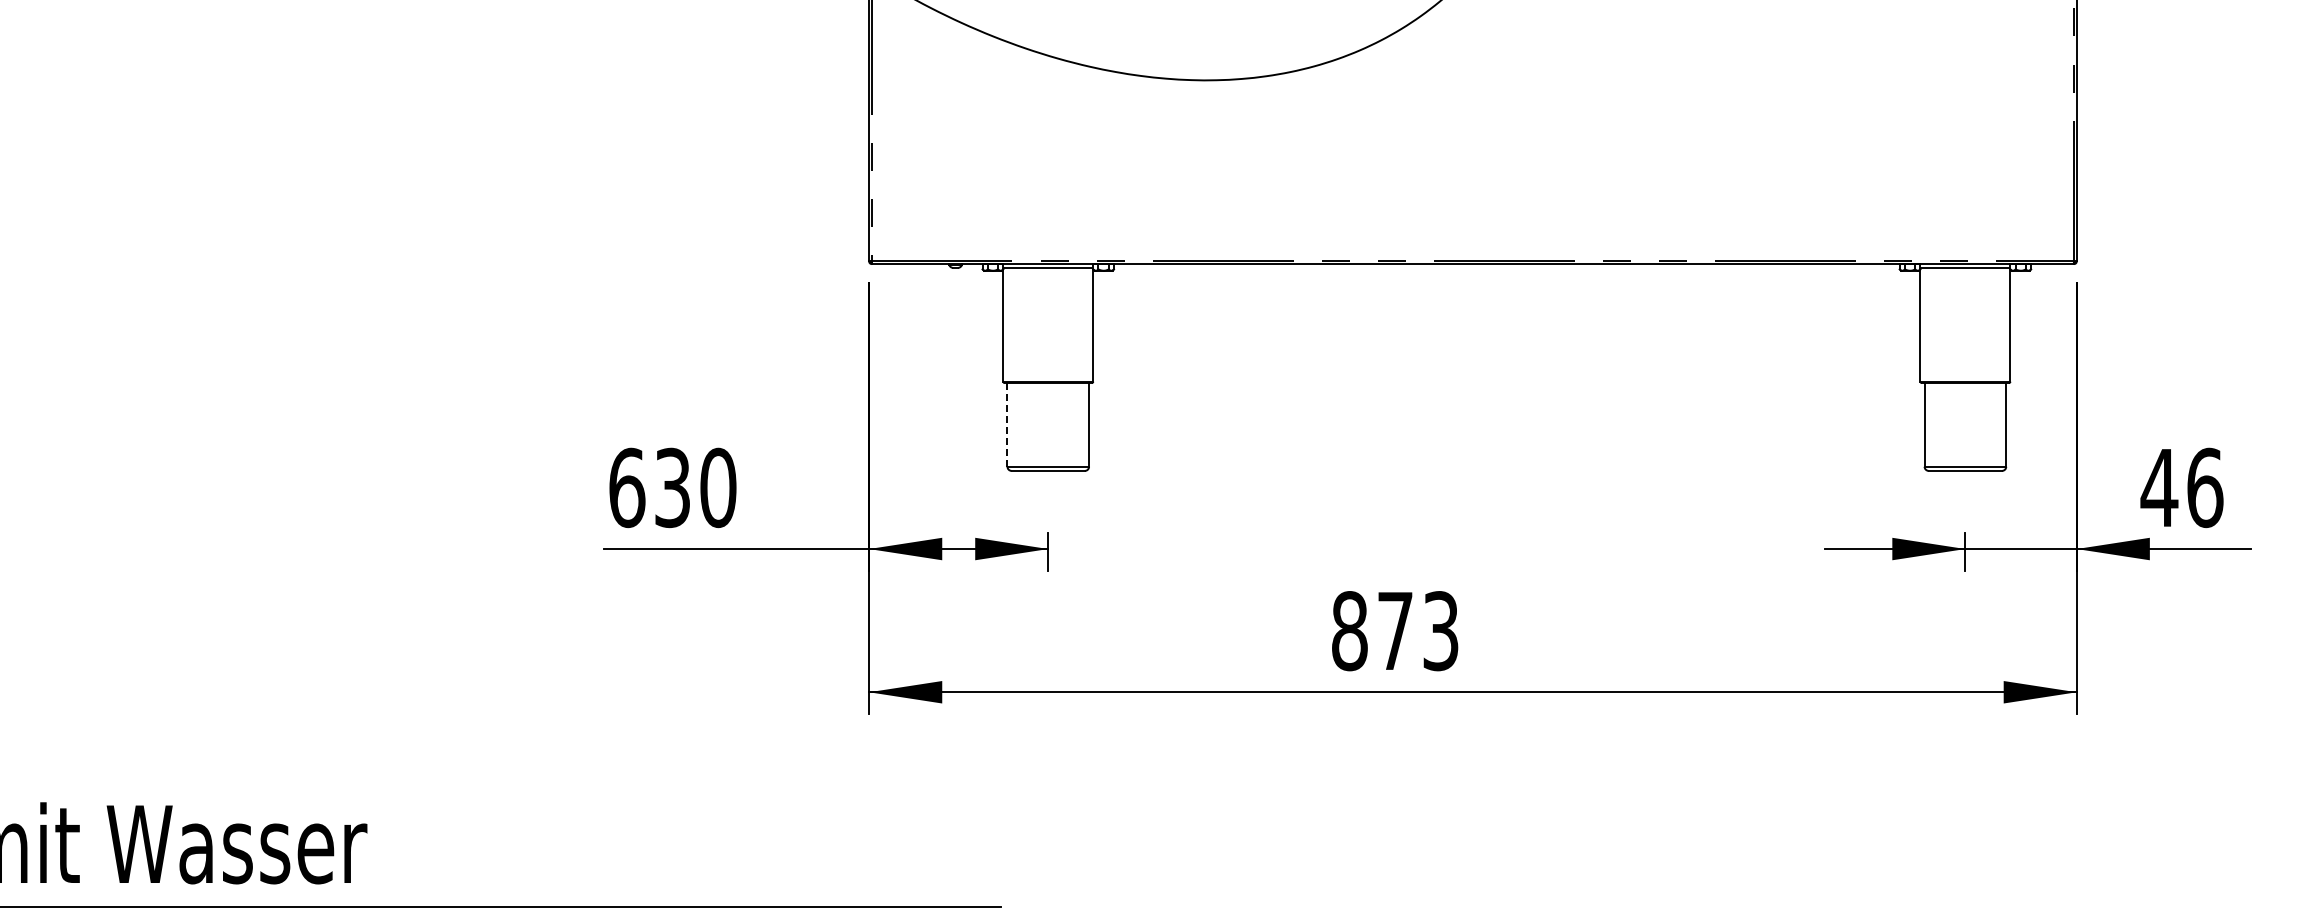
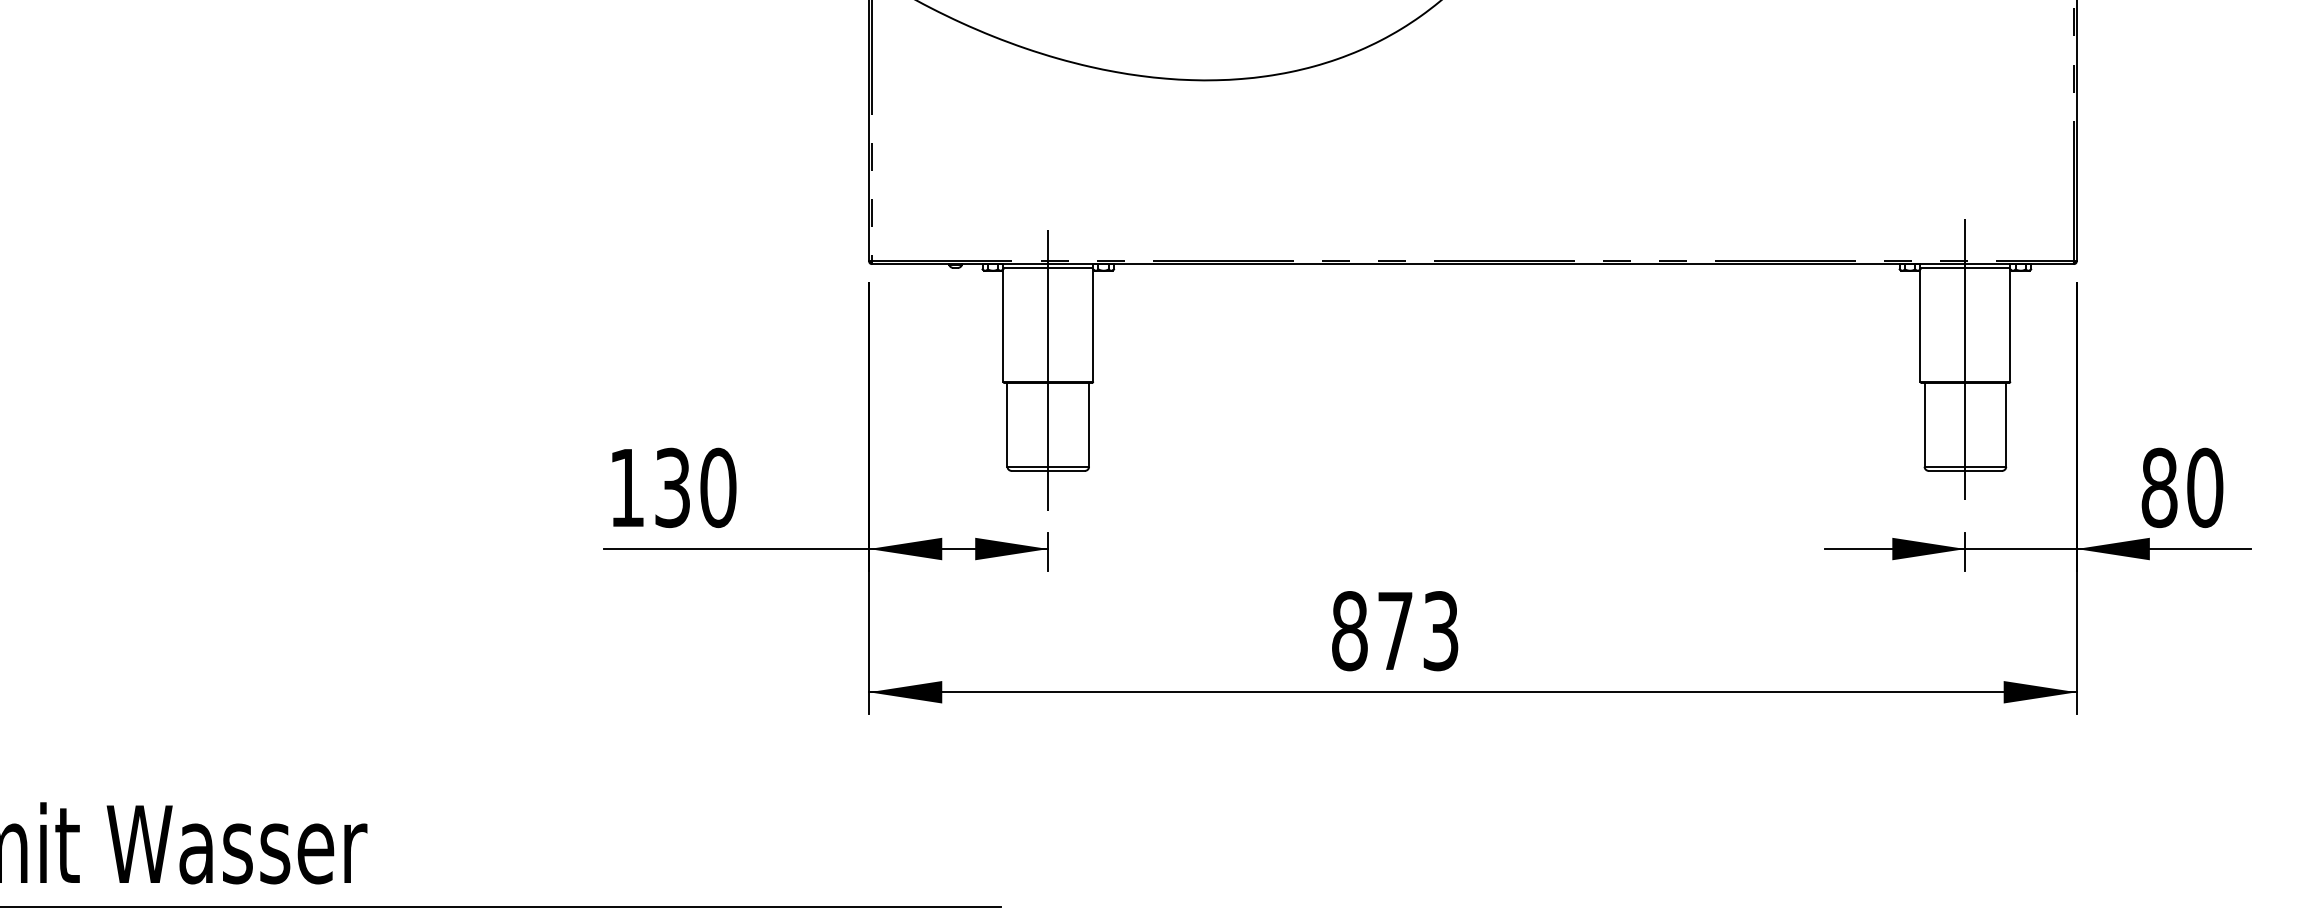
line at (1048, 365): none -> present
line at (1965, 365): none -> present
line at (1007, 424): dashed -> solid
text at (627, 487): 630 -> 130
text at (2181, 487): 46 -> 80
